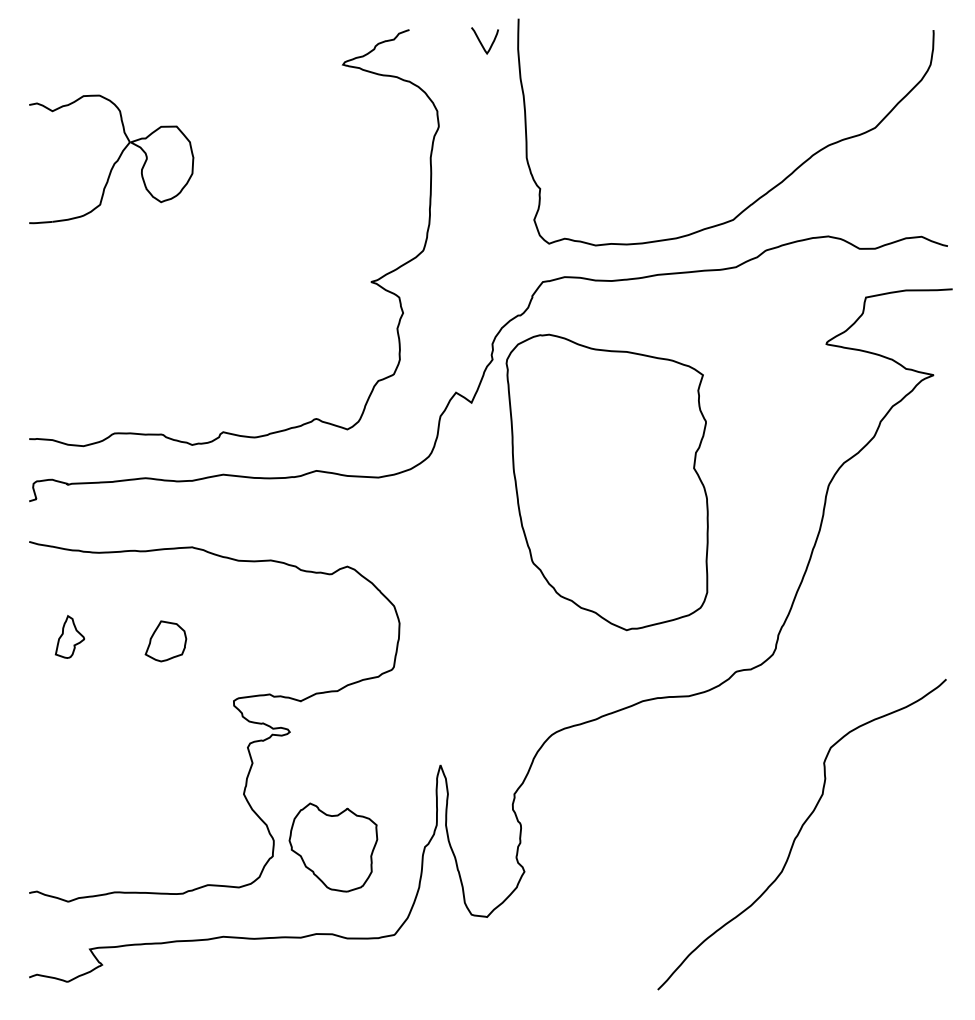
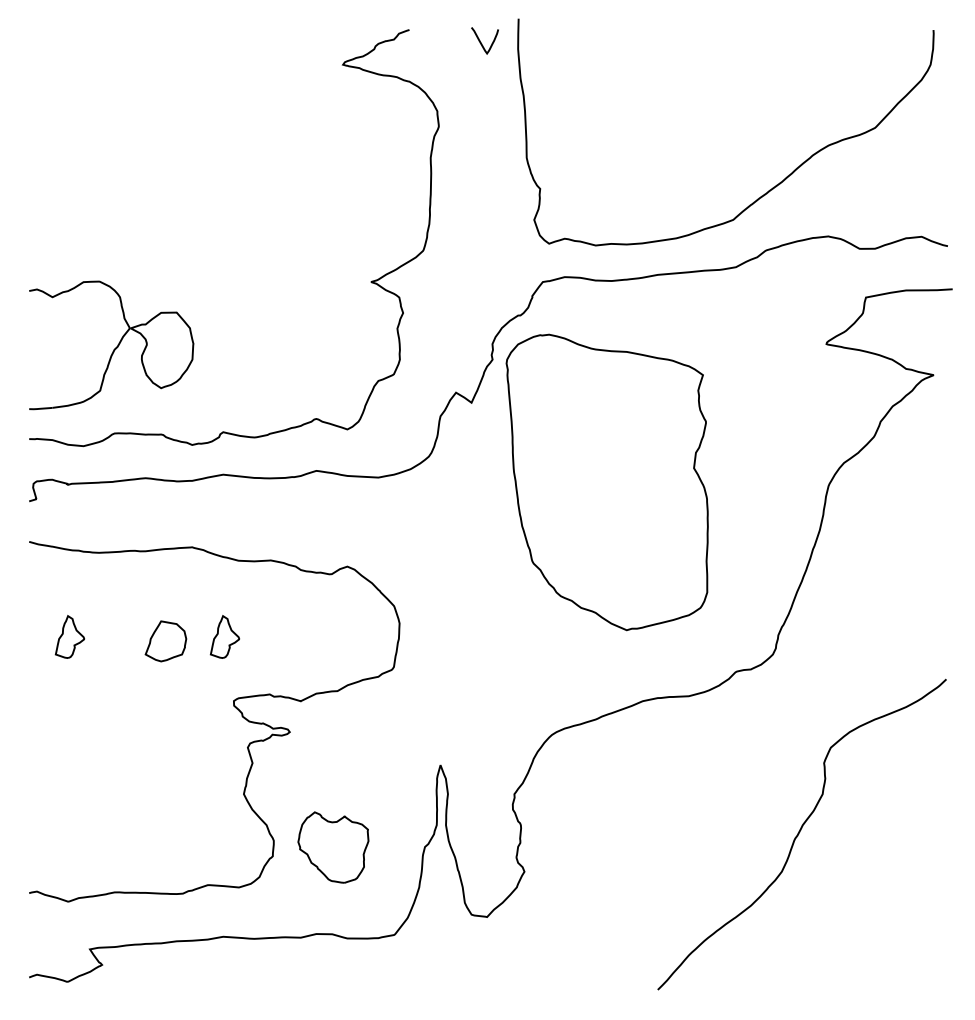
part at (111, 159) position: (111, 159) -> (111, 345)
part at (224, 636): none -> present
part at (333, 847) size: 91x91 px -> 73x73 px
